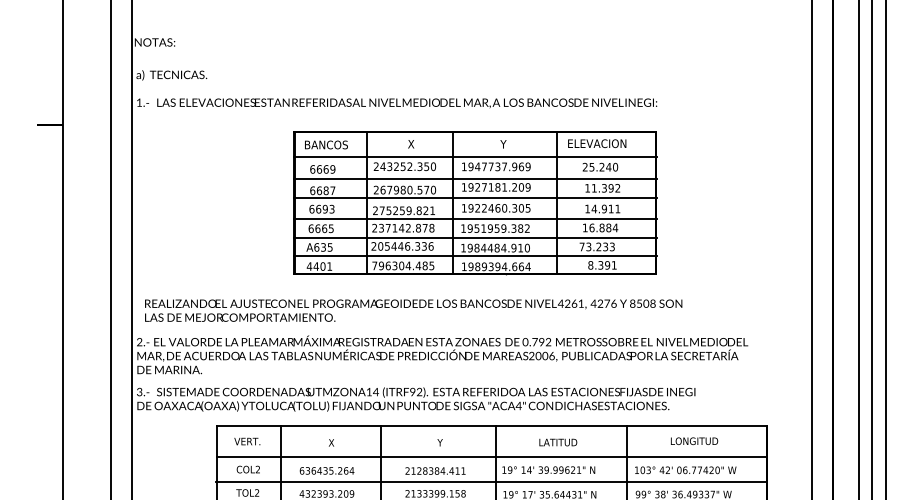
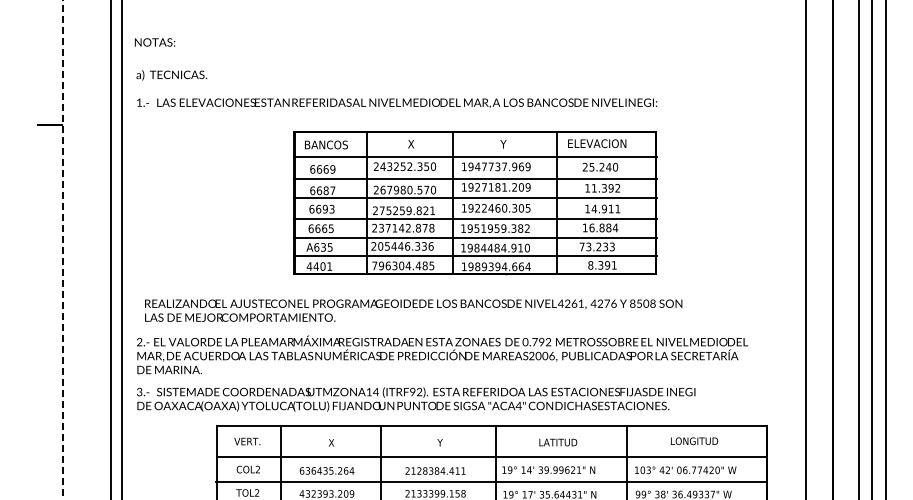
line at (132, 249) position: (132, 249) -> (122, 249)
line at (811, 249) position: (811, 249) -> (805, 249)
line at (63, 250): solid -> dashed
